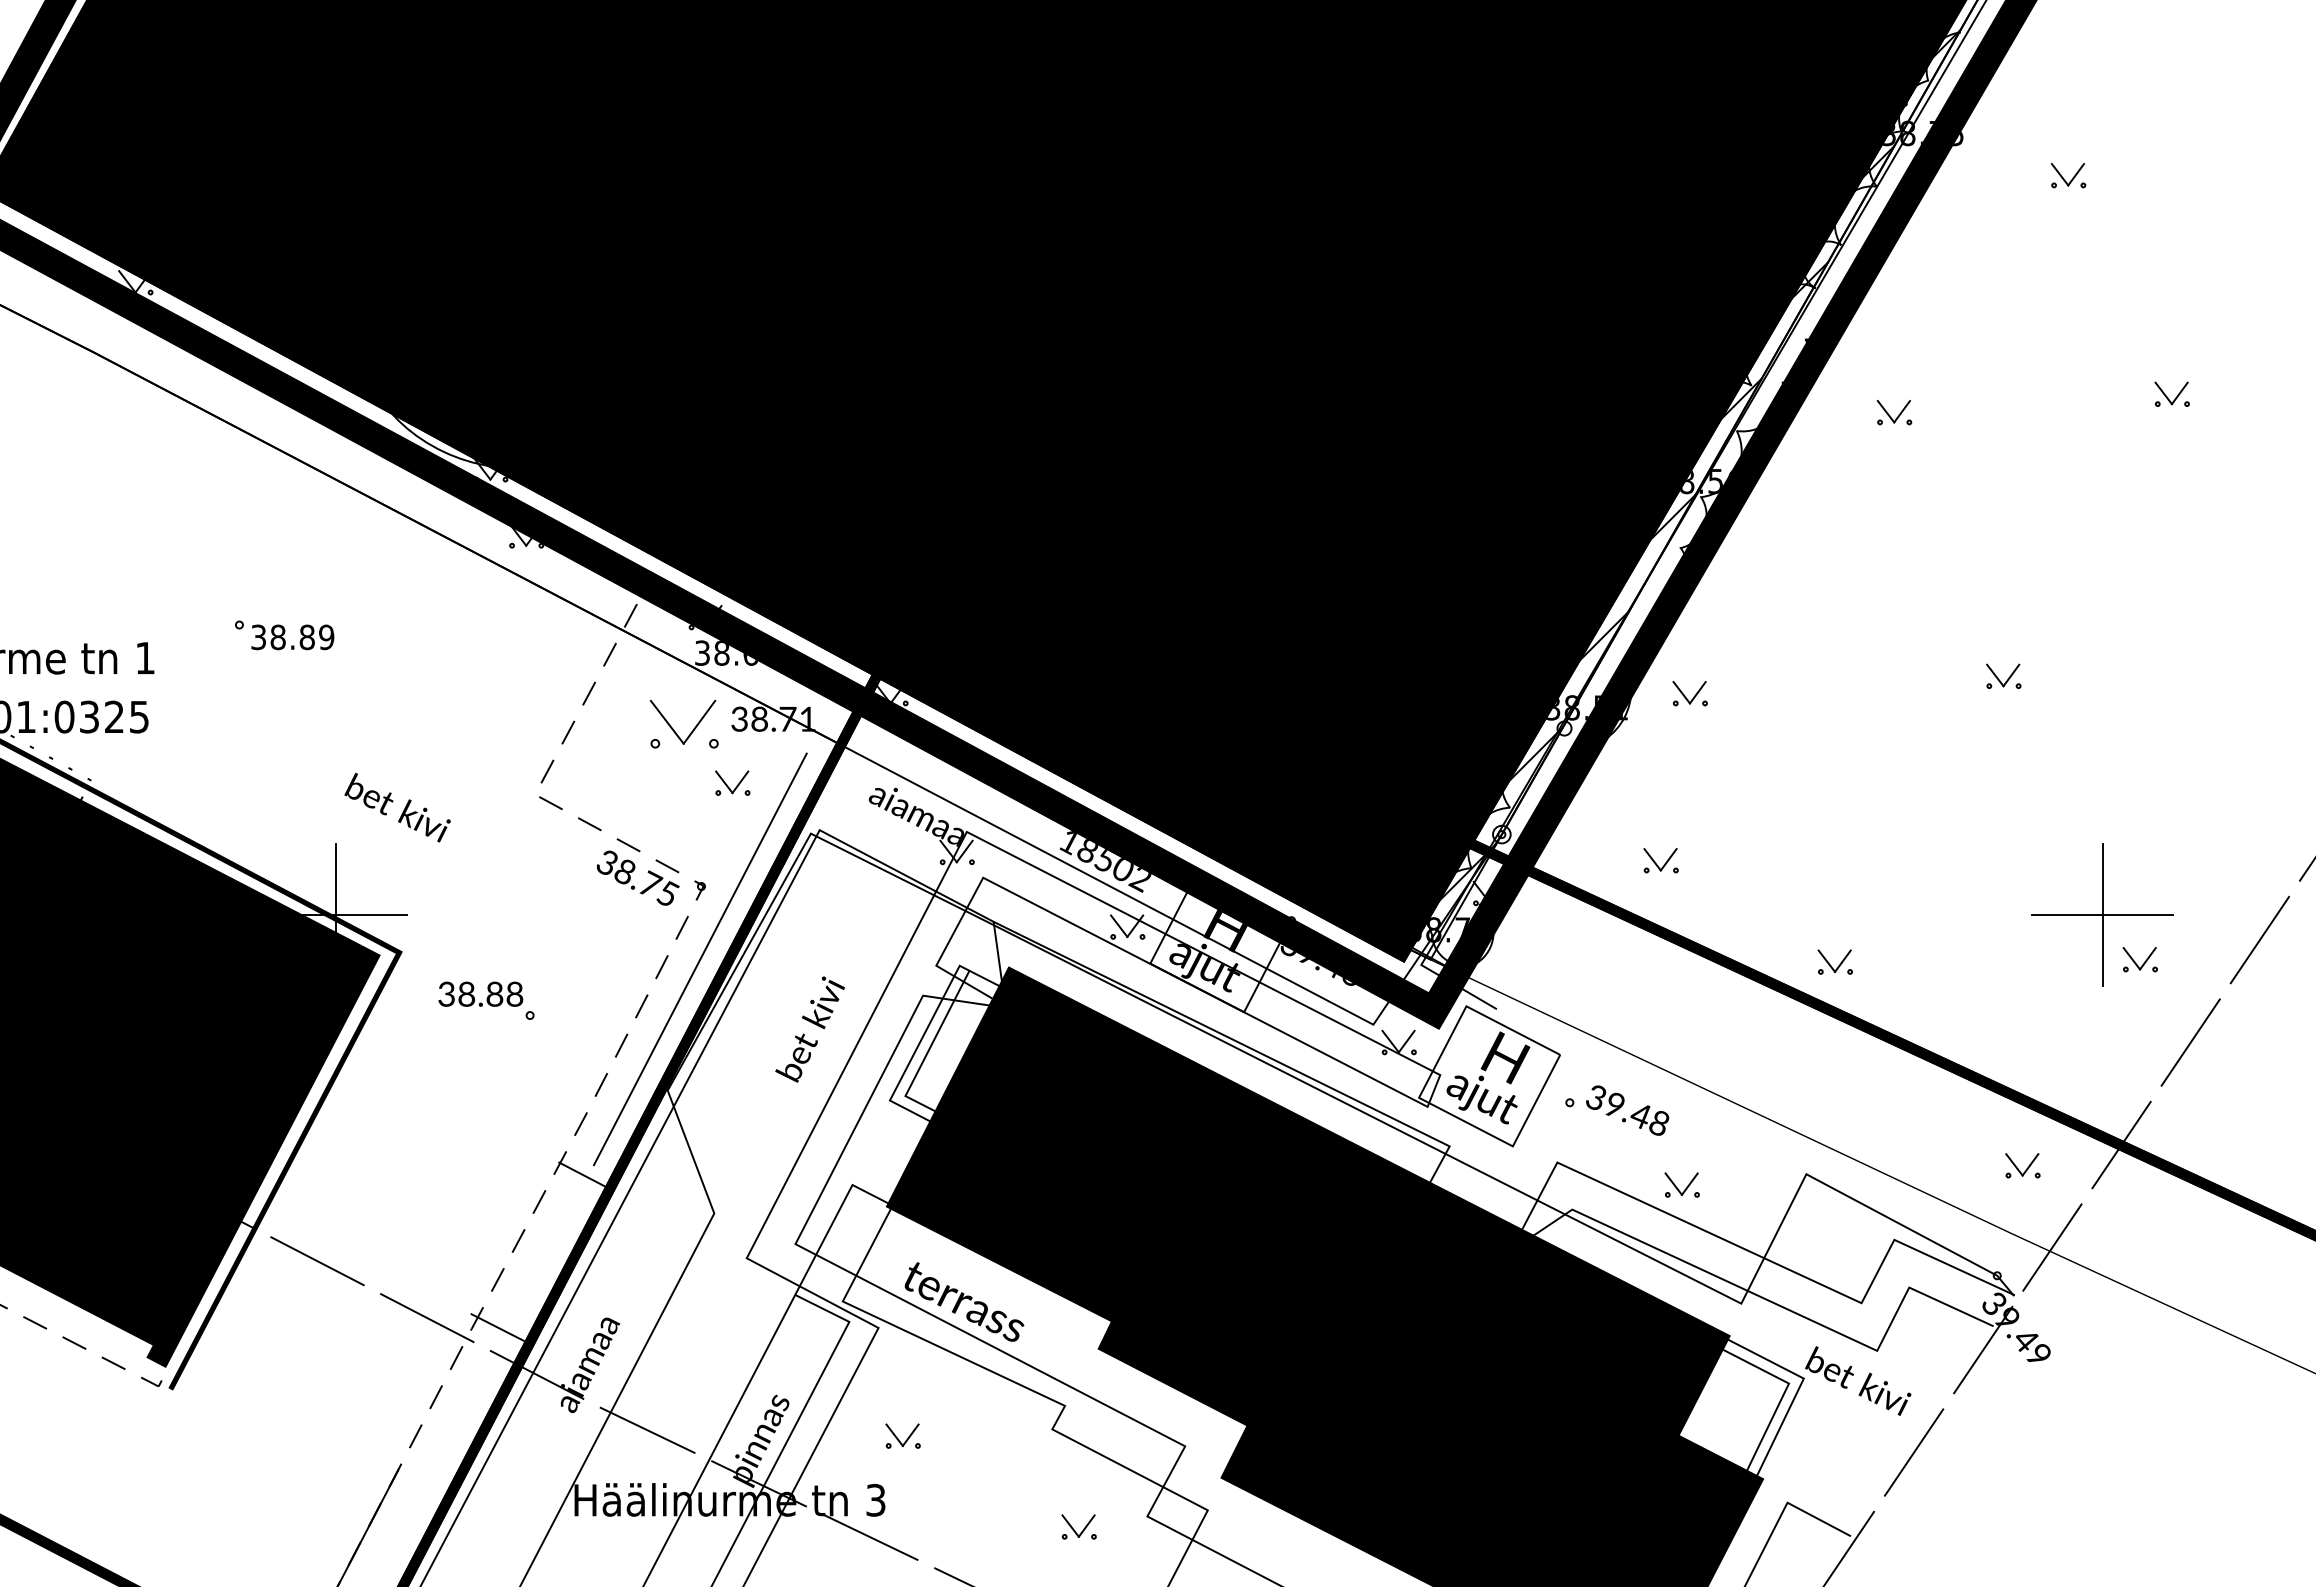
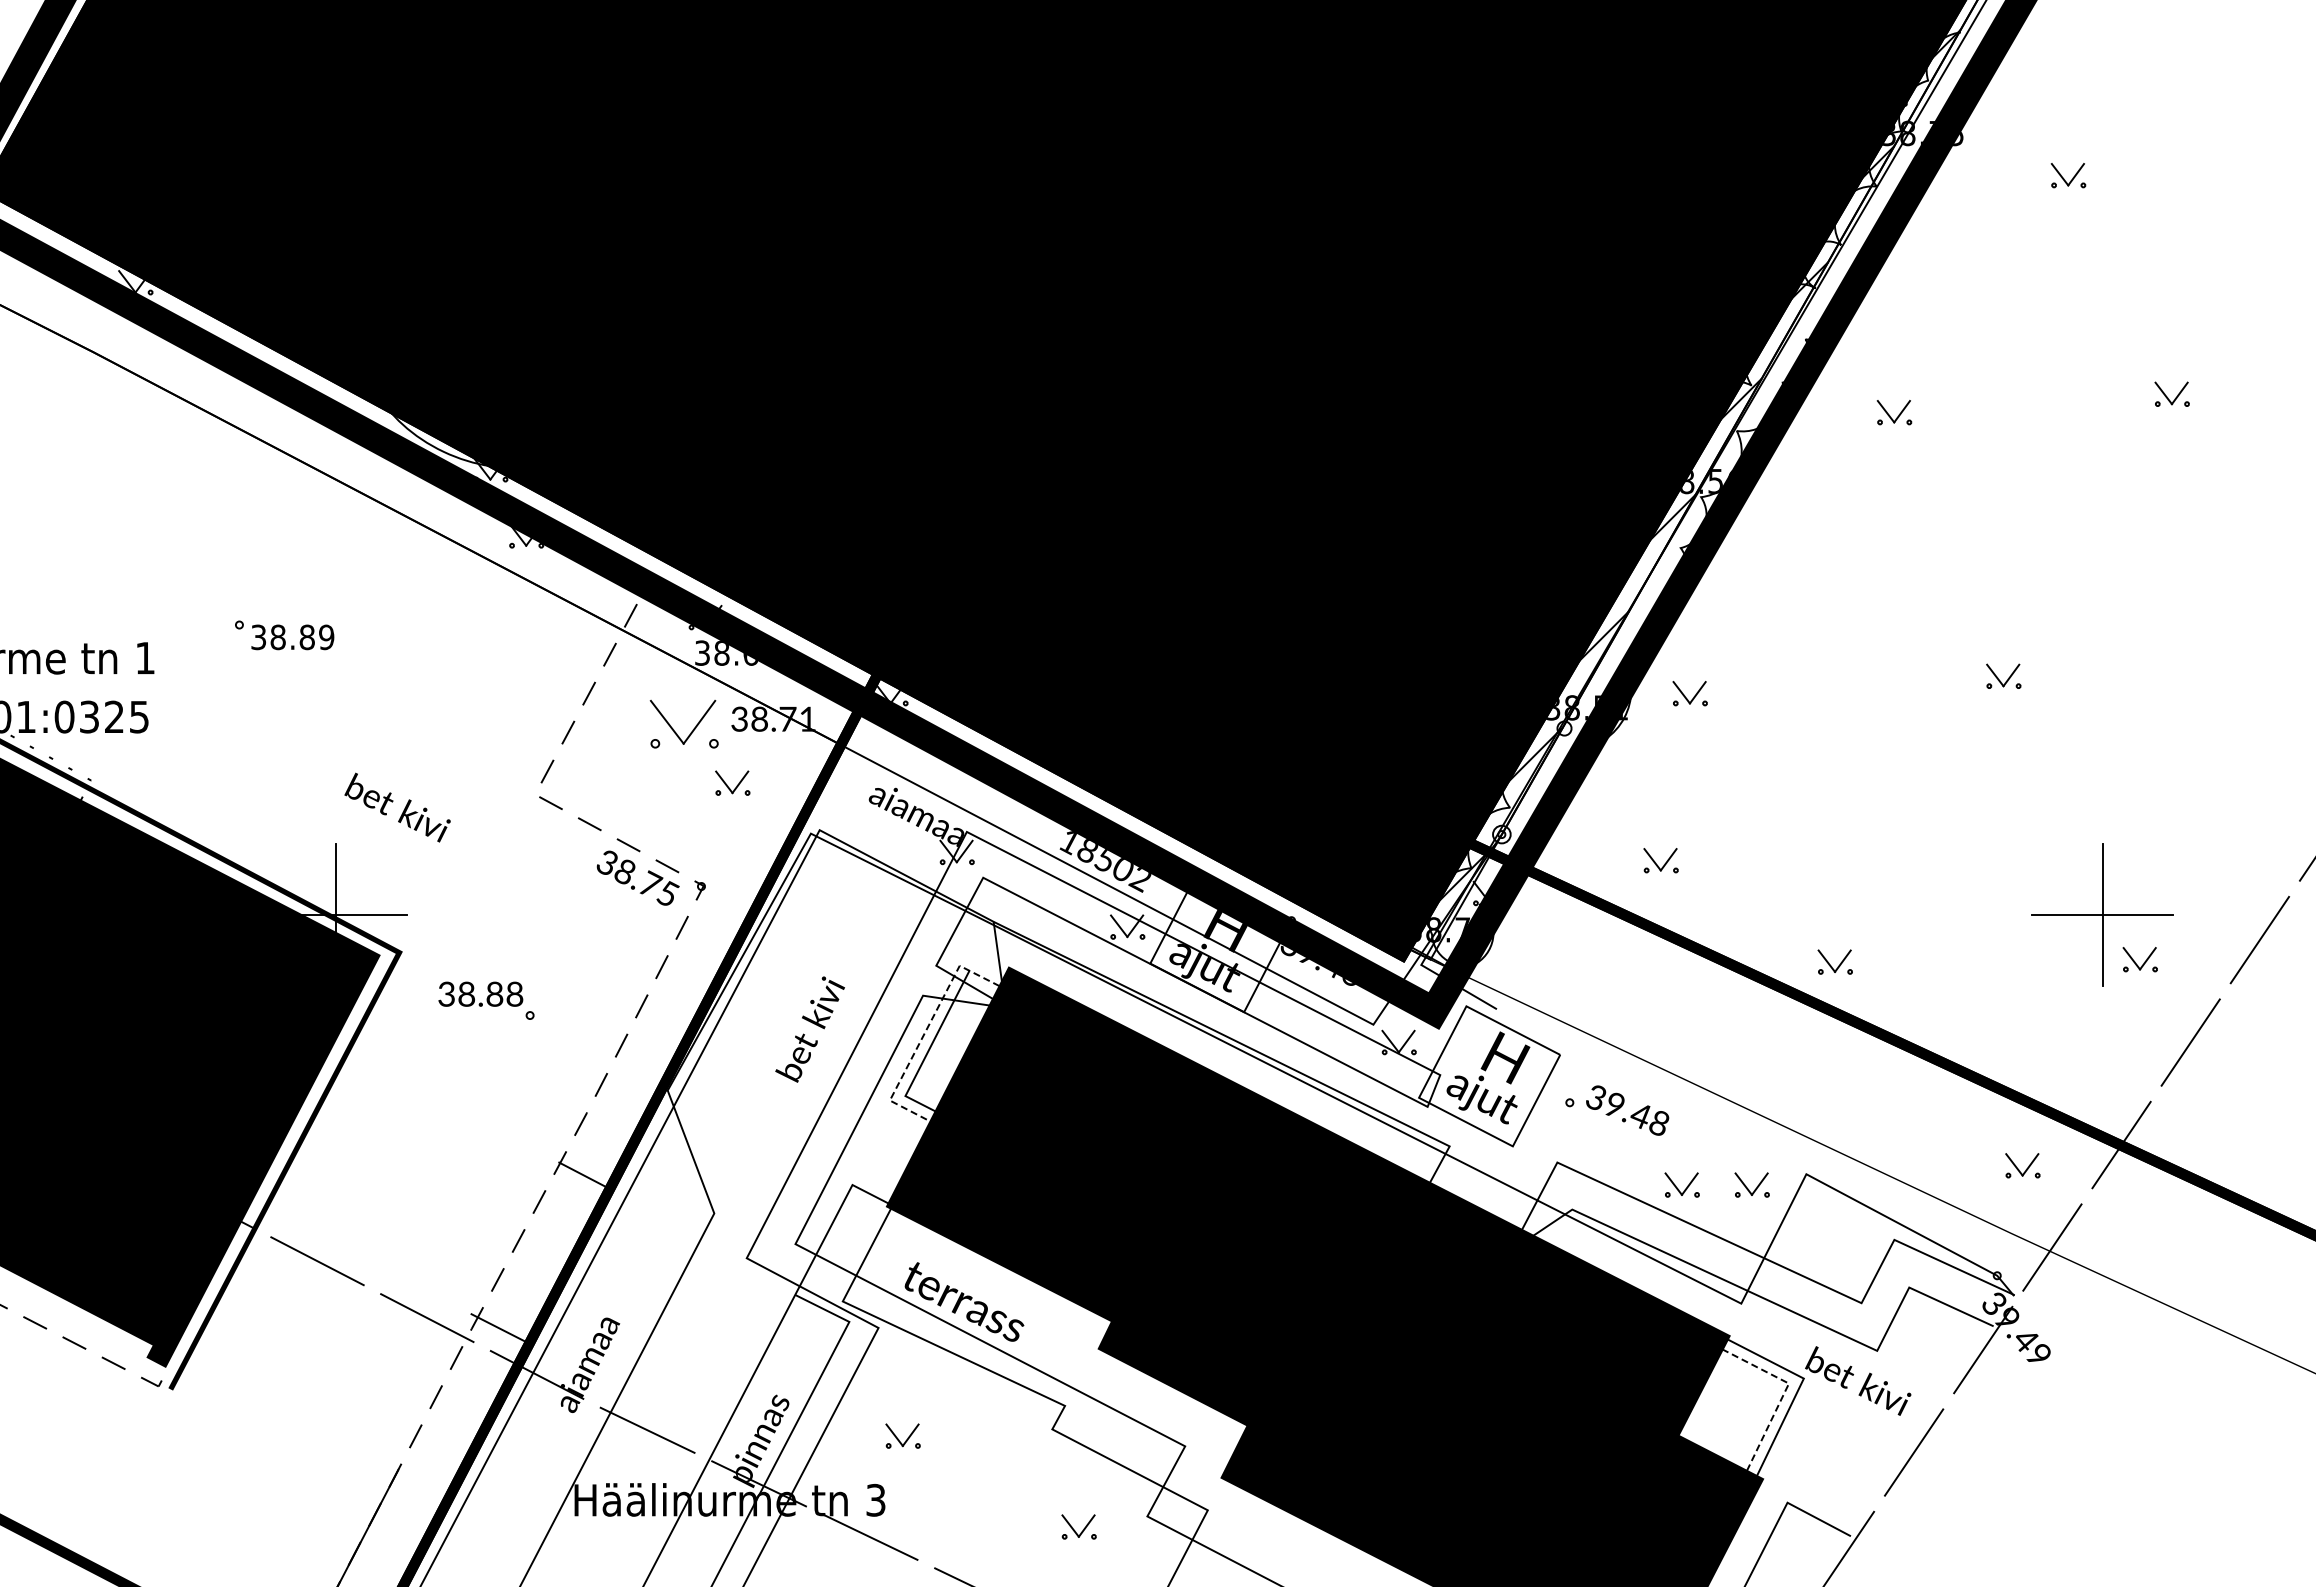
line at (699, 959): present -> none
line at (924, 1034): solid -> dashed
part at (1751, 1184): none -> present
line at (1784, 1392): solid -> dashed
